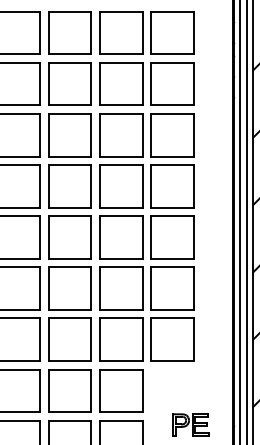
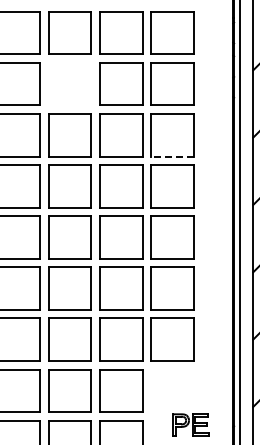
part at (69, 83): present -> none
line at (171, 156): solid -> dashed
line at (246, 221): present -> none
